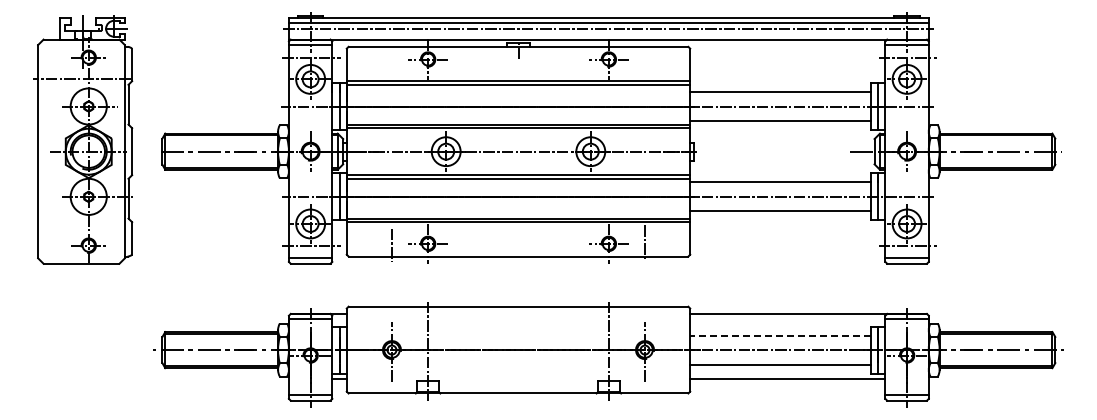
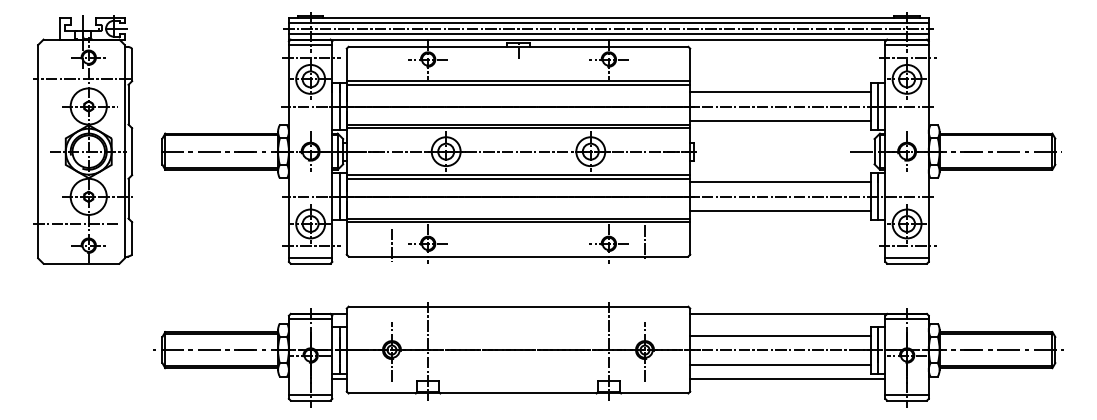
line at (608, 34): none -> present
line at (75, 223): none -> present
line at (780, 335): dashed -> solid
